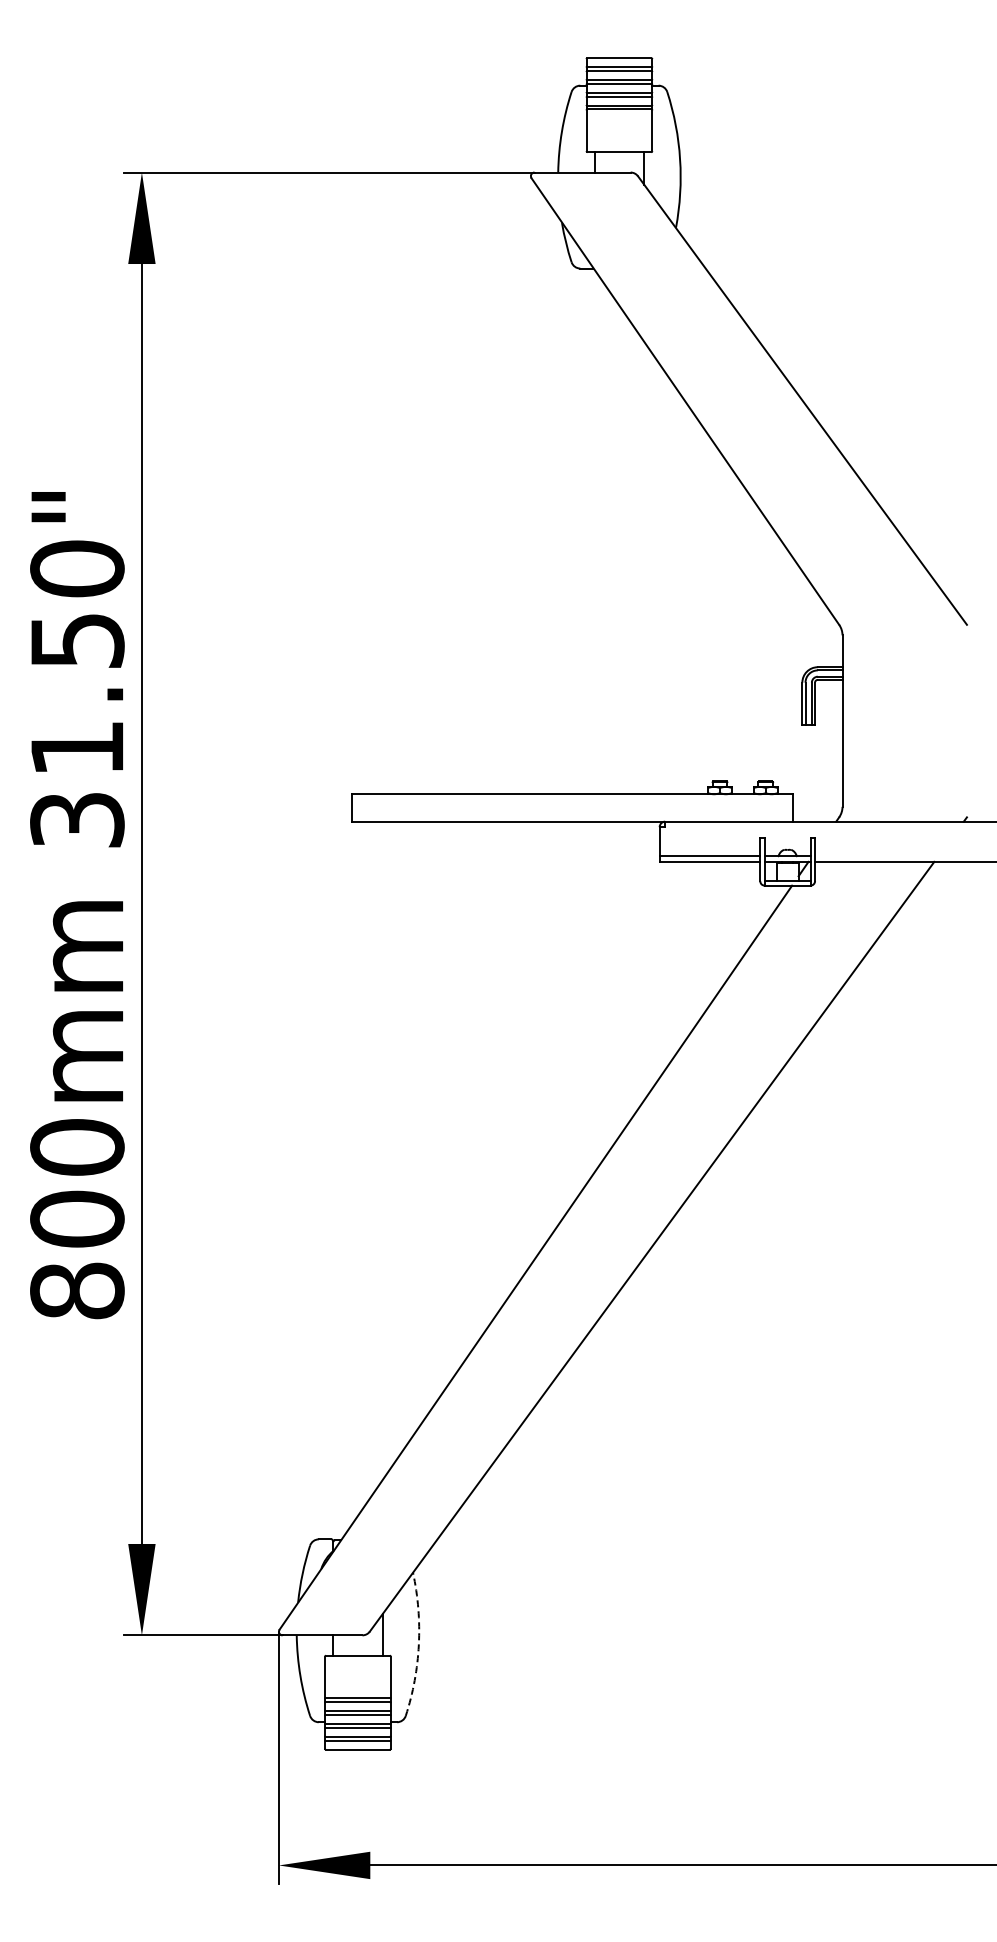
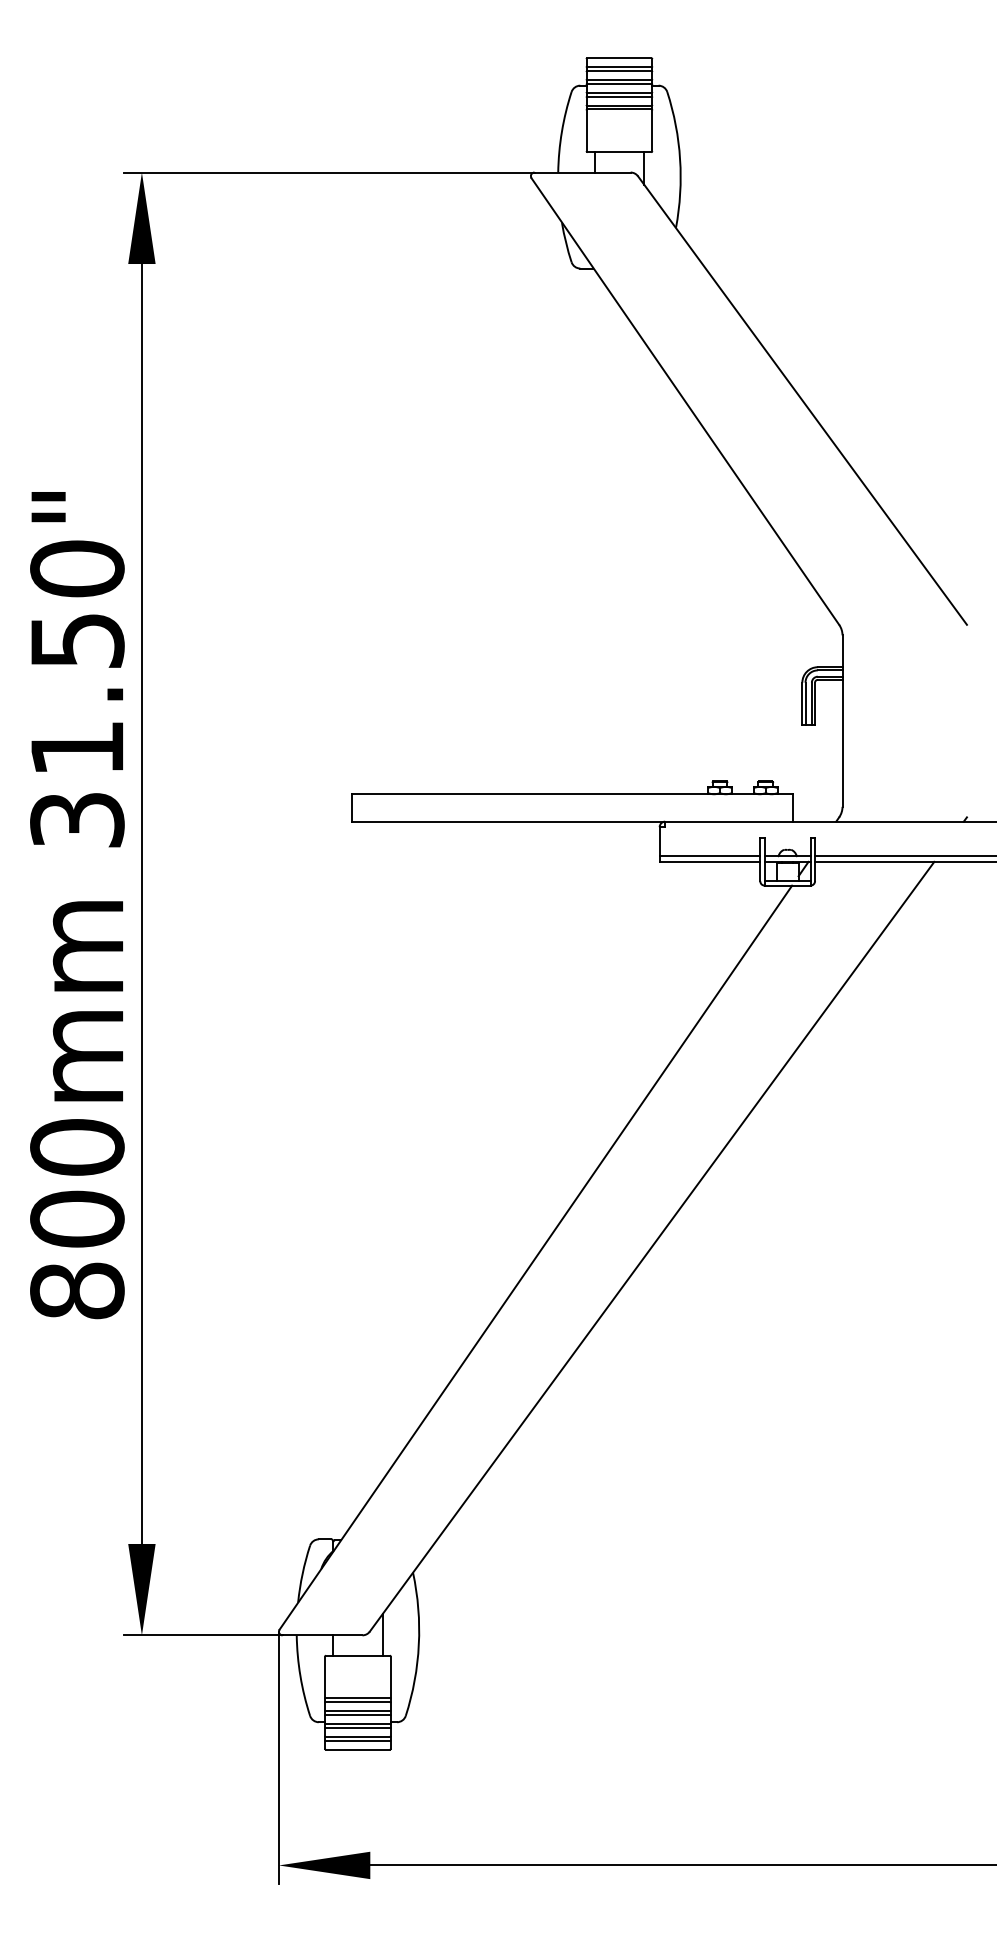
line at (904, 856): none -> present
arc at (418, 1644): dashed -> solid
